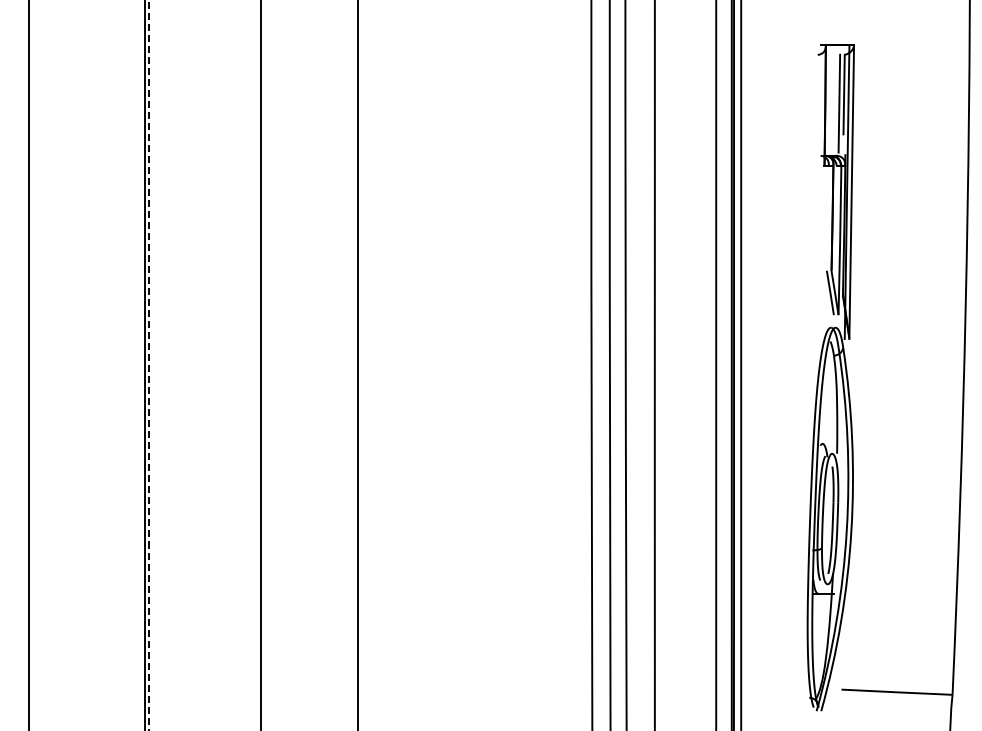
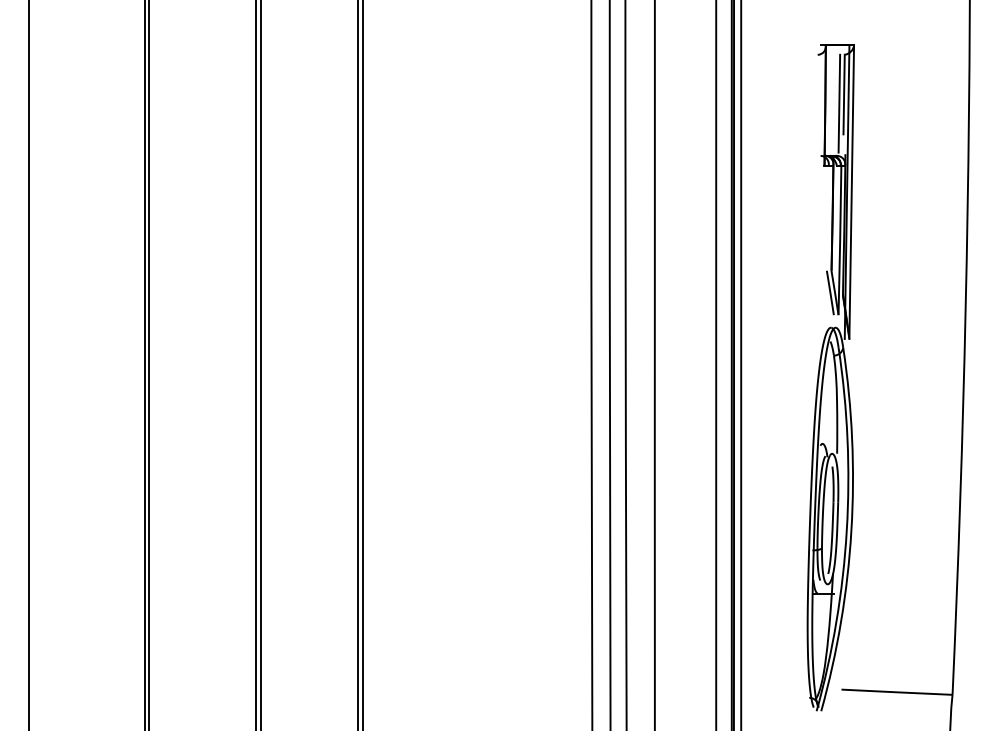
line at (256, 364): none -> present
line at (362, 364): none -> present
line at (149, 365): dashed -> solid
